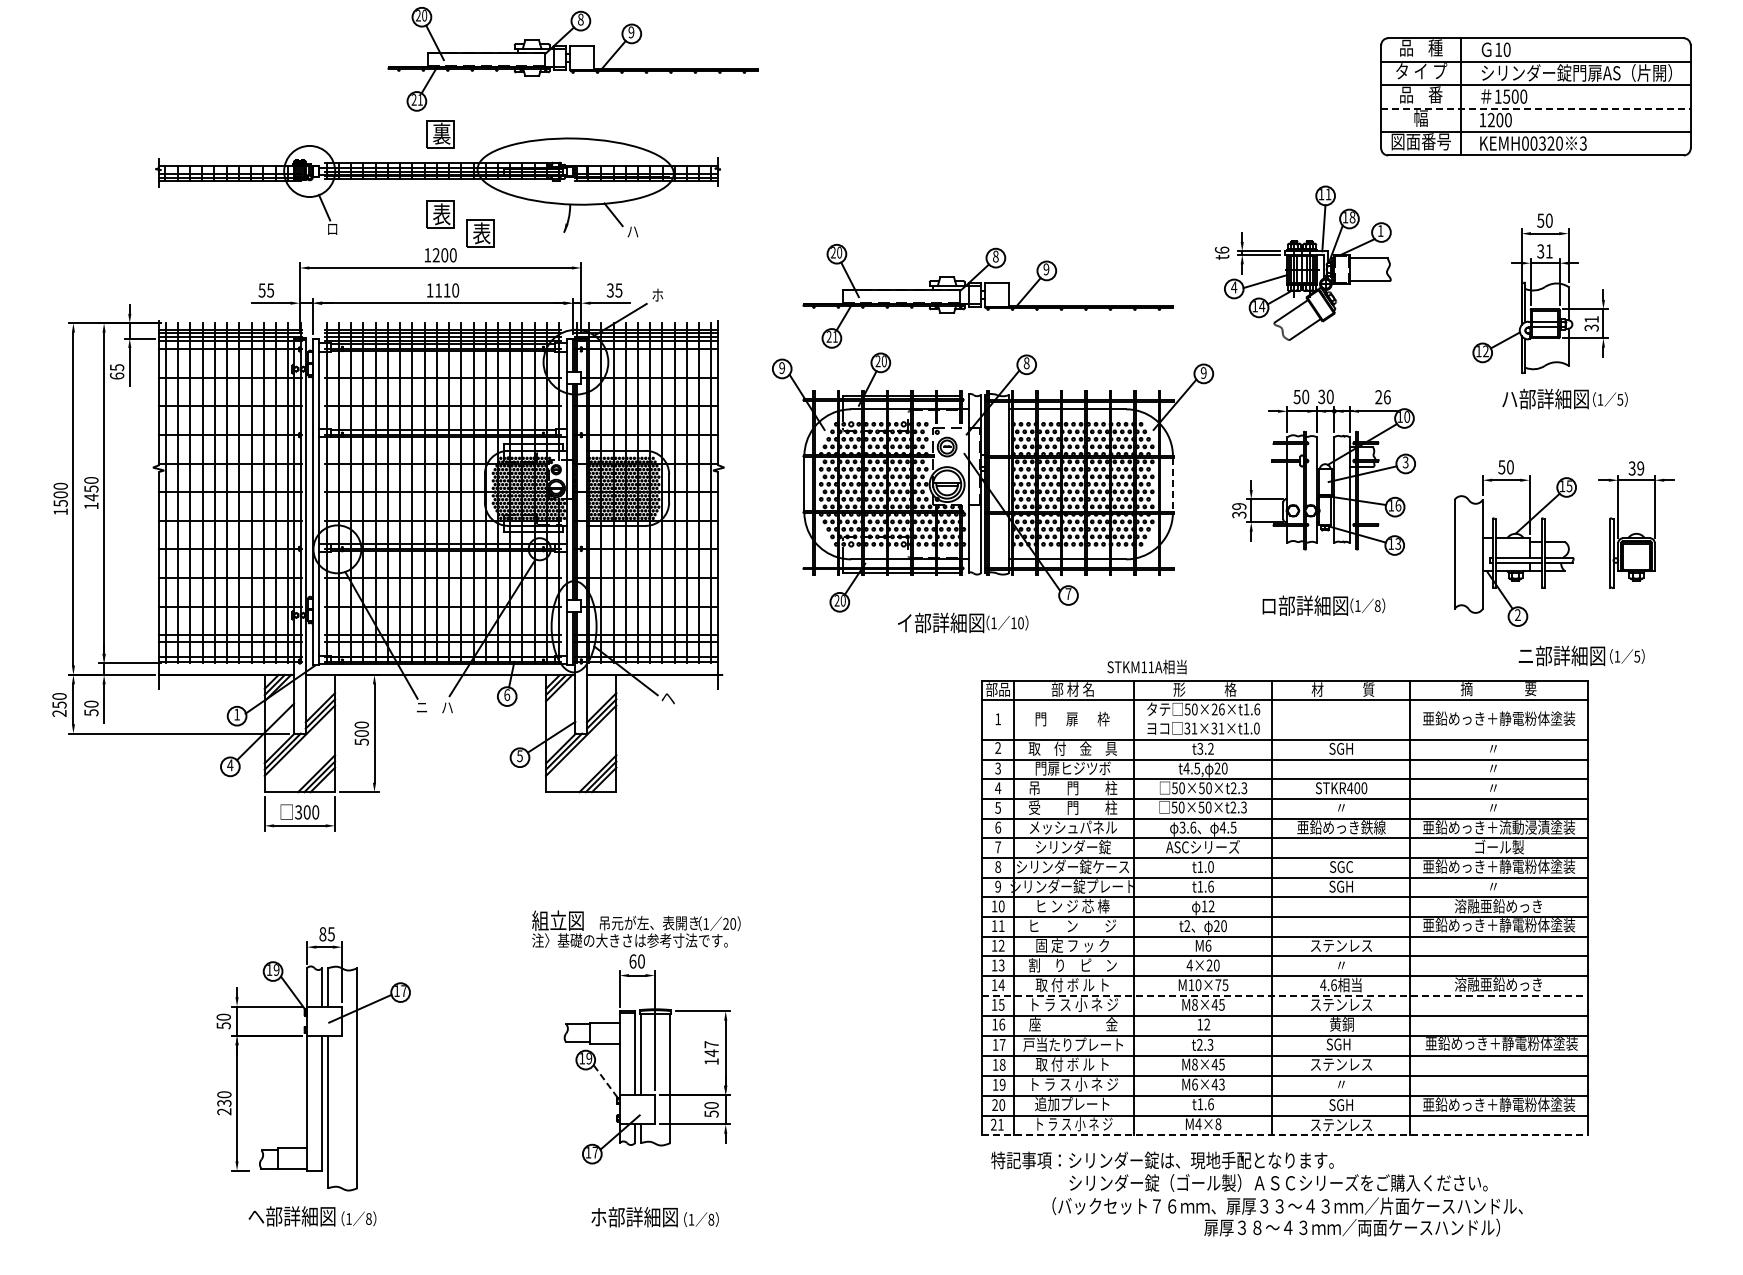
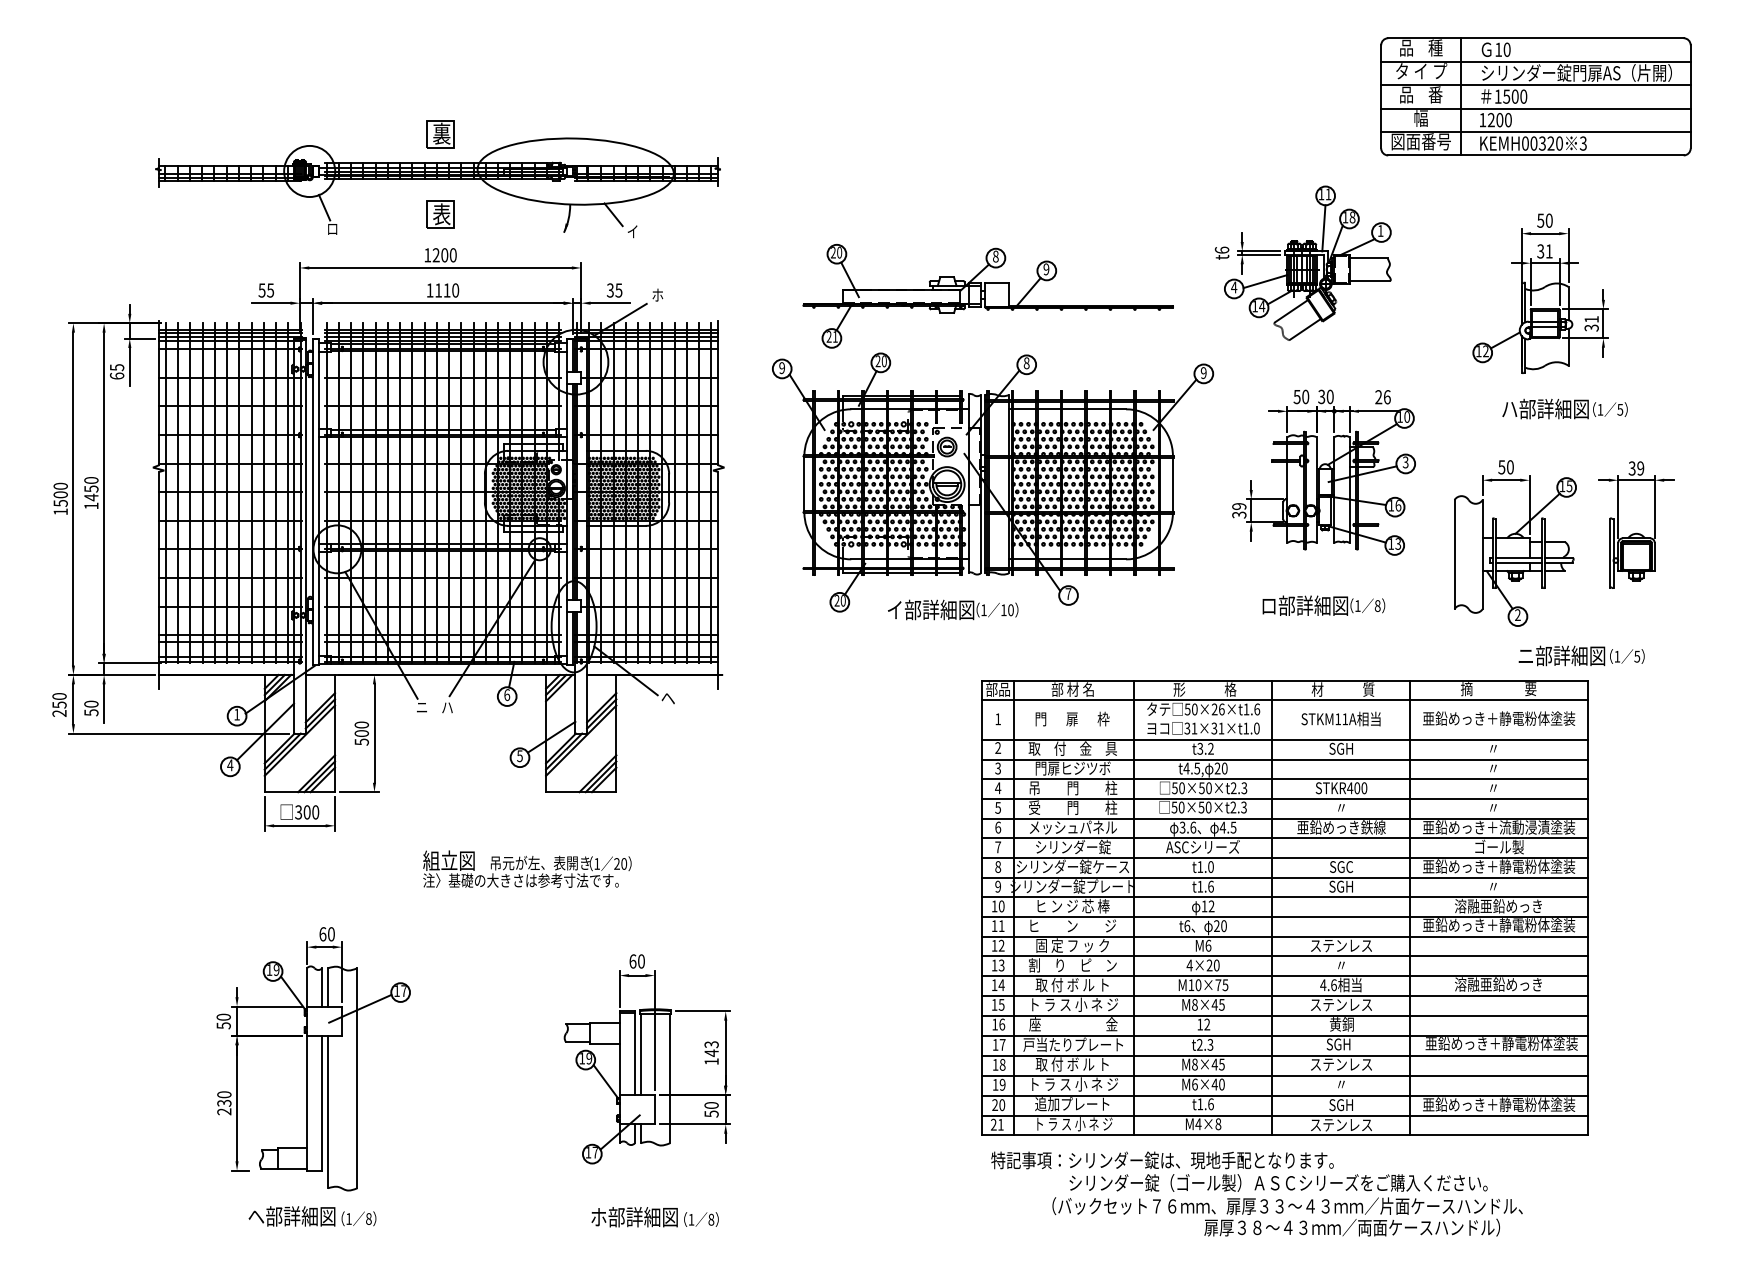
part at (572, 59): present -> none
line at (1535, 108): dashed -> solid
text at (632, 231): ハ -> イ
part at (480, 233): present -> none
text at (1564, 398) position: (1564, 398) -> (1564, 408)
line at (1172, 485): dashed -> solid
text at (963, 622) position: (963, 622) -> (953, 609)
text at (1146, 666) position: (1146, 666) -> (1340, 718)
text at (1187, 926): t2 -> t6
text at (636, 928) position: (636, 928) -> (527, 868)
text at (326, 934): 85 -> 60
line at (1285, 995): dashed -> solid
text at (711, 1044): 147 -> 143
line at (605, 1081): dashed -> solid
text at (1221, 1084): M6×43 -> M6×40
line at (1285, 1135): dashed -> solid
